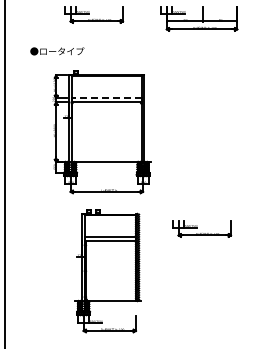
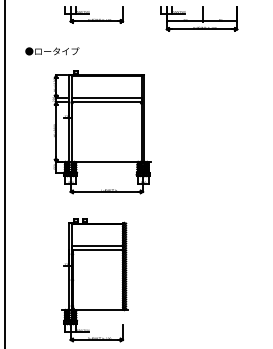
text at (57, 51) position: (57, 51) -> (52, 51)
line at (106, 97): dashed -> solid
part at (202, 228): present -> none
part at (107, 271) position: (107, 271) -> (94, 280)
